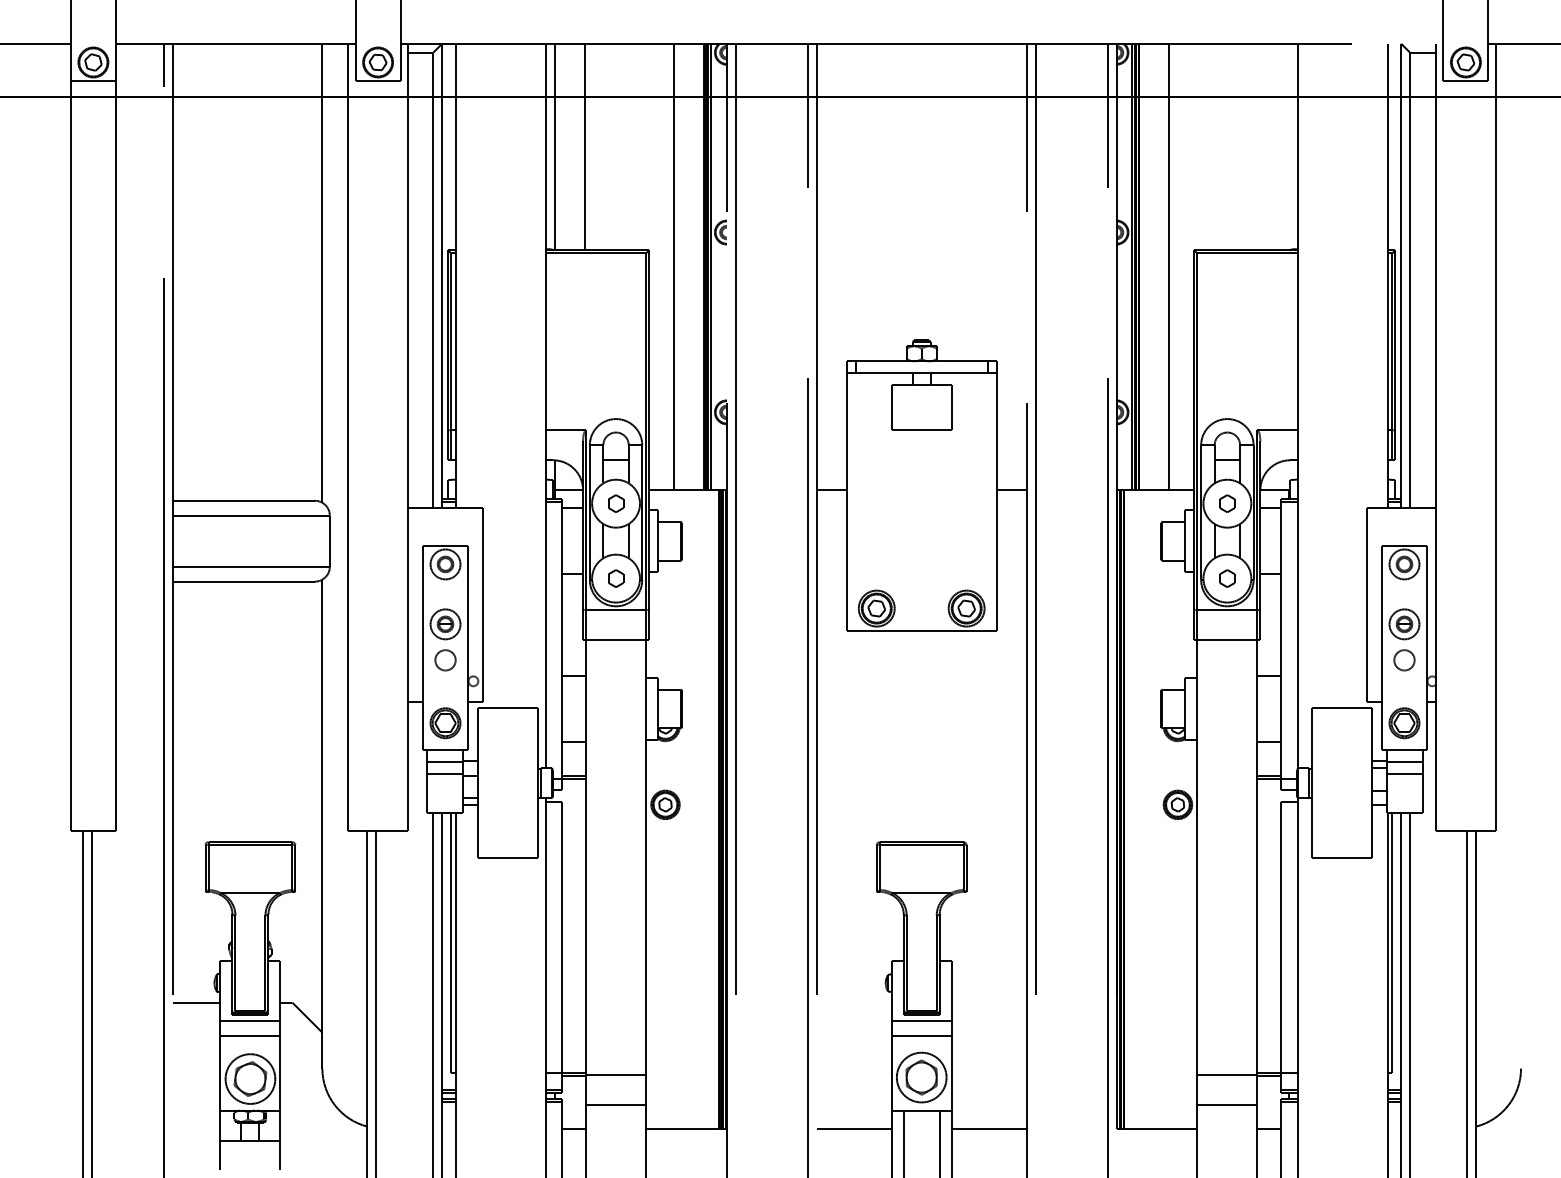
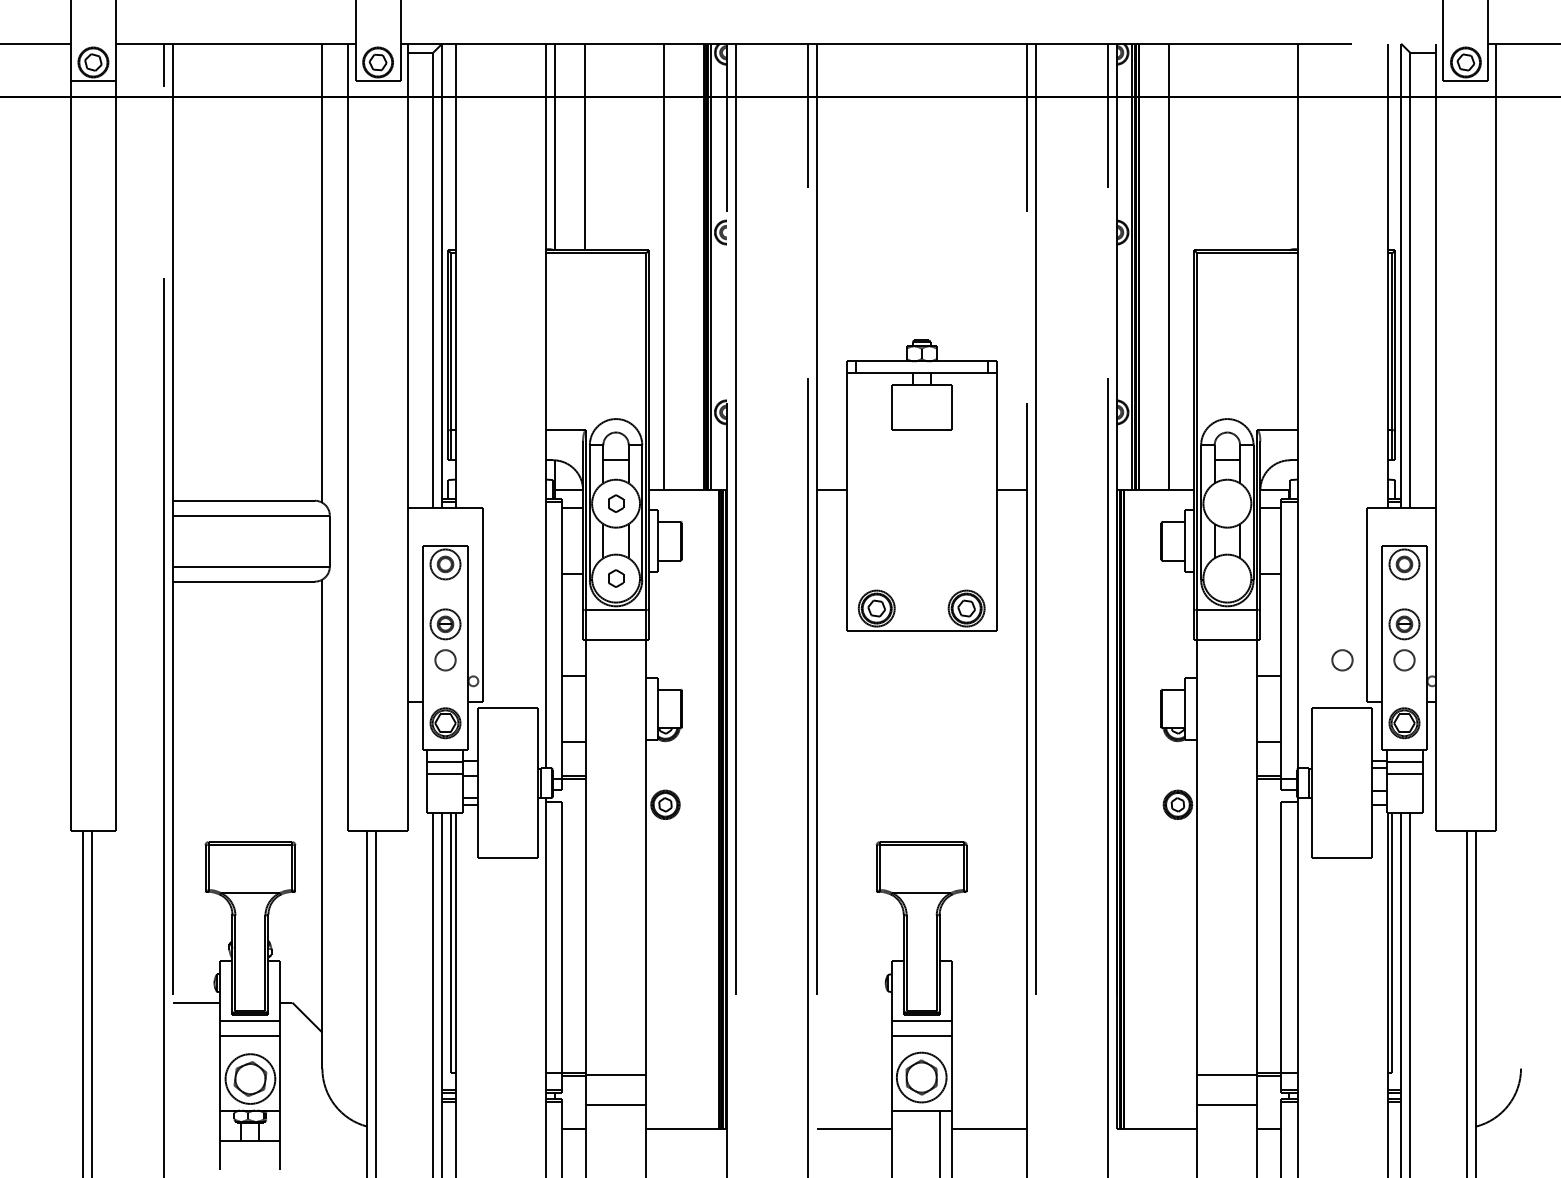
line at (674, 266) position: (674, 266) -> (664, 266)
part at (1227, 503): present -> none
part at (1227, 578): present -> none
circle at (1342, 660): none -> present
line at (903, 1142): present -> none
